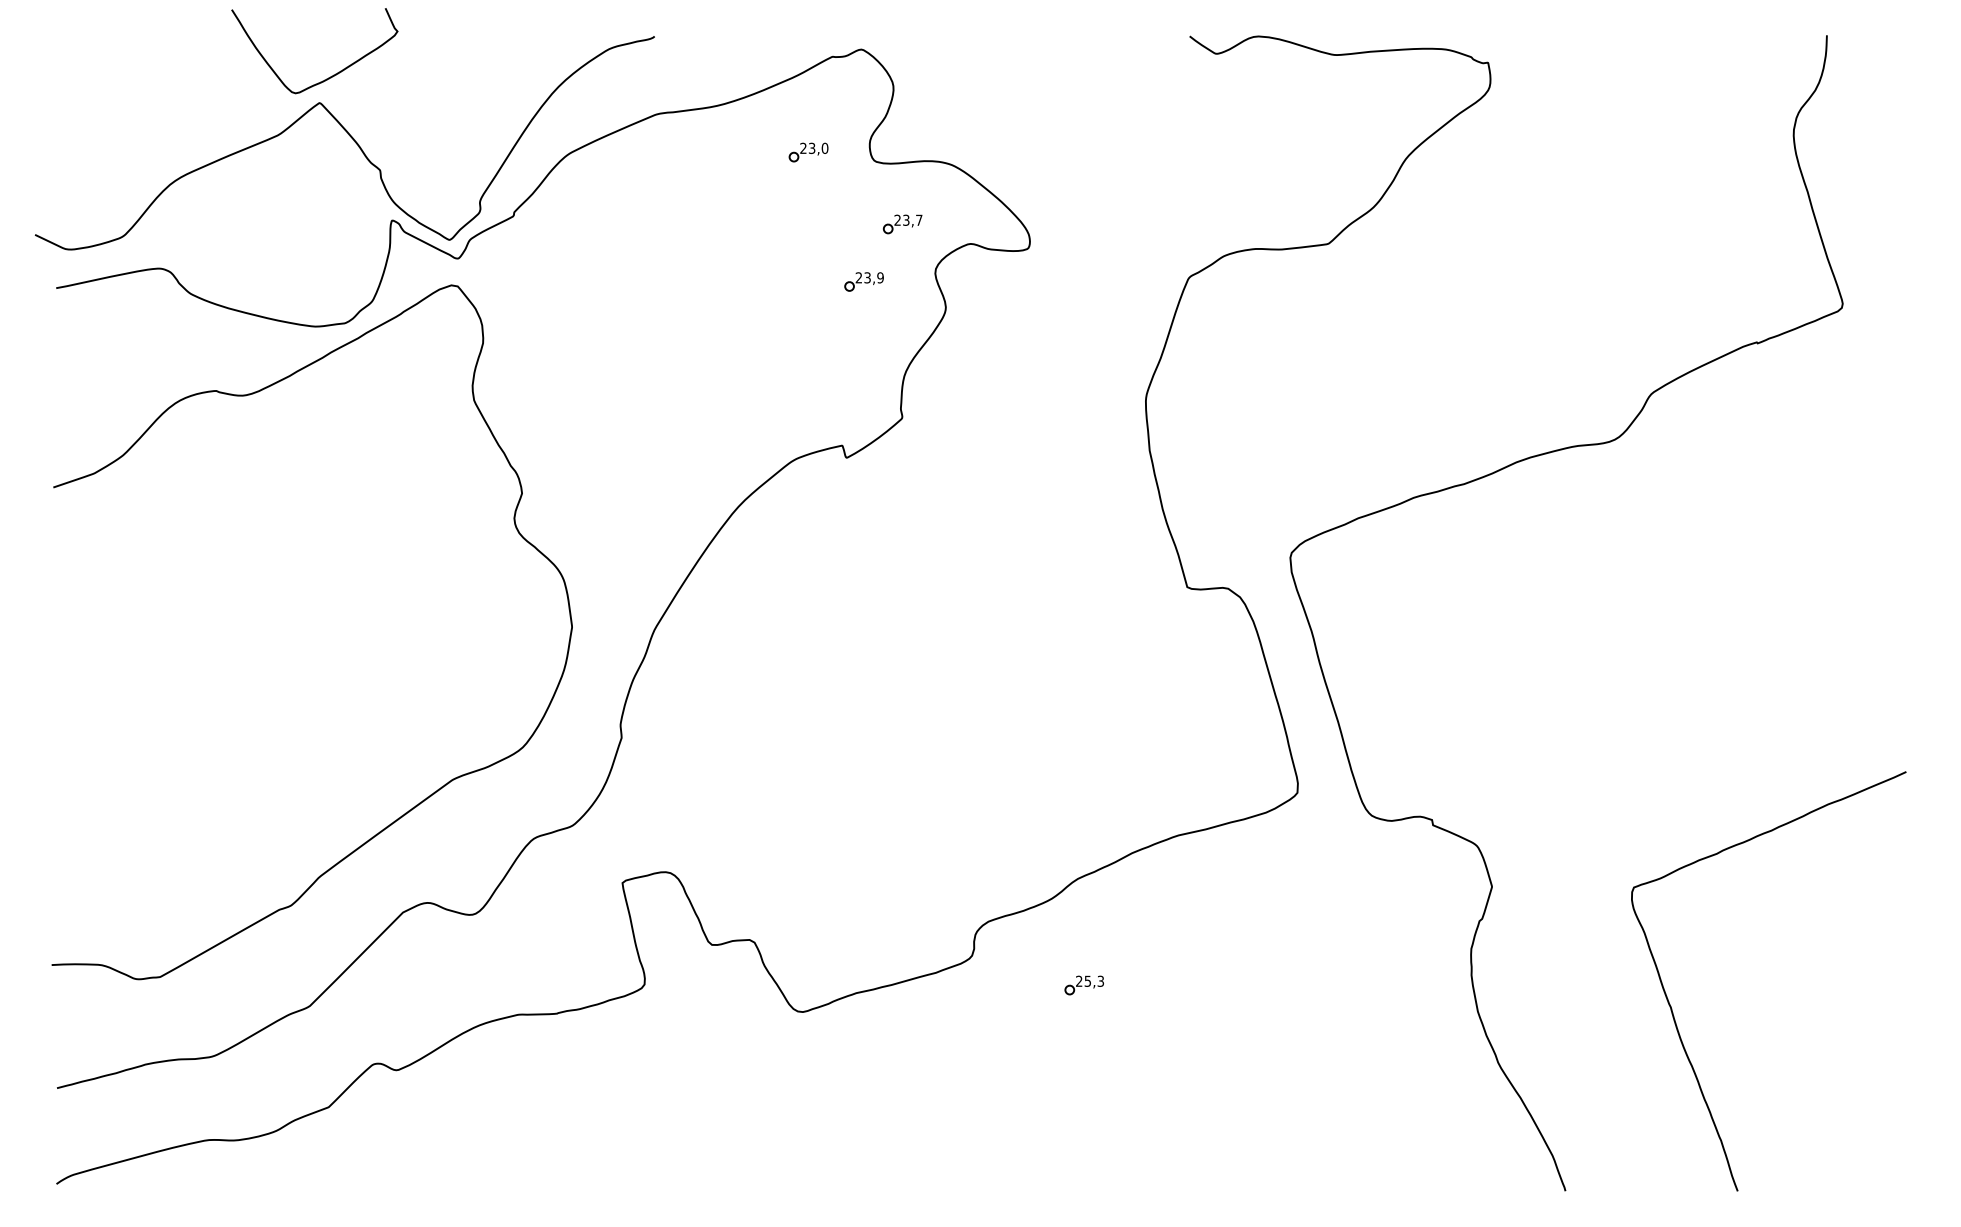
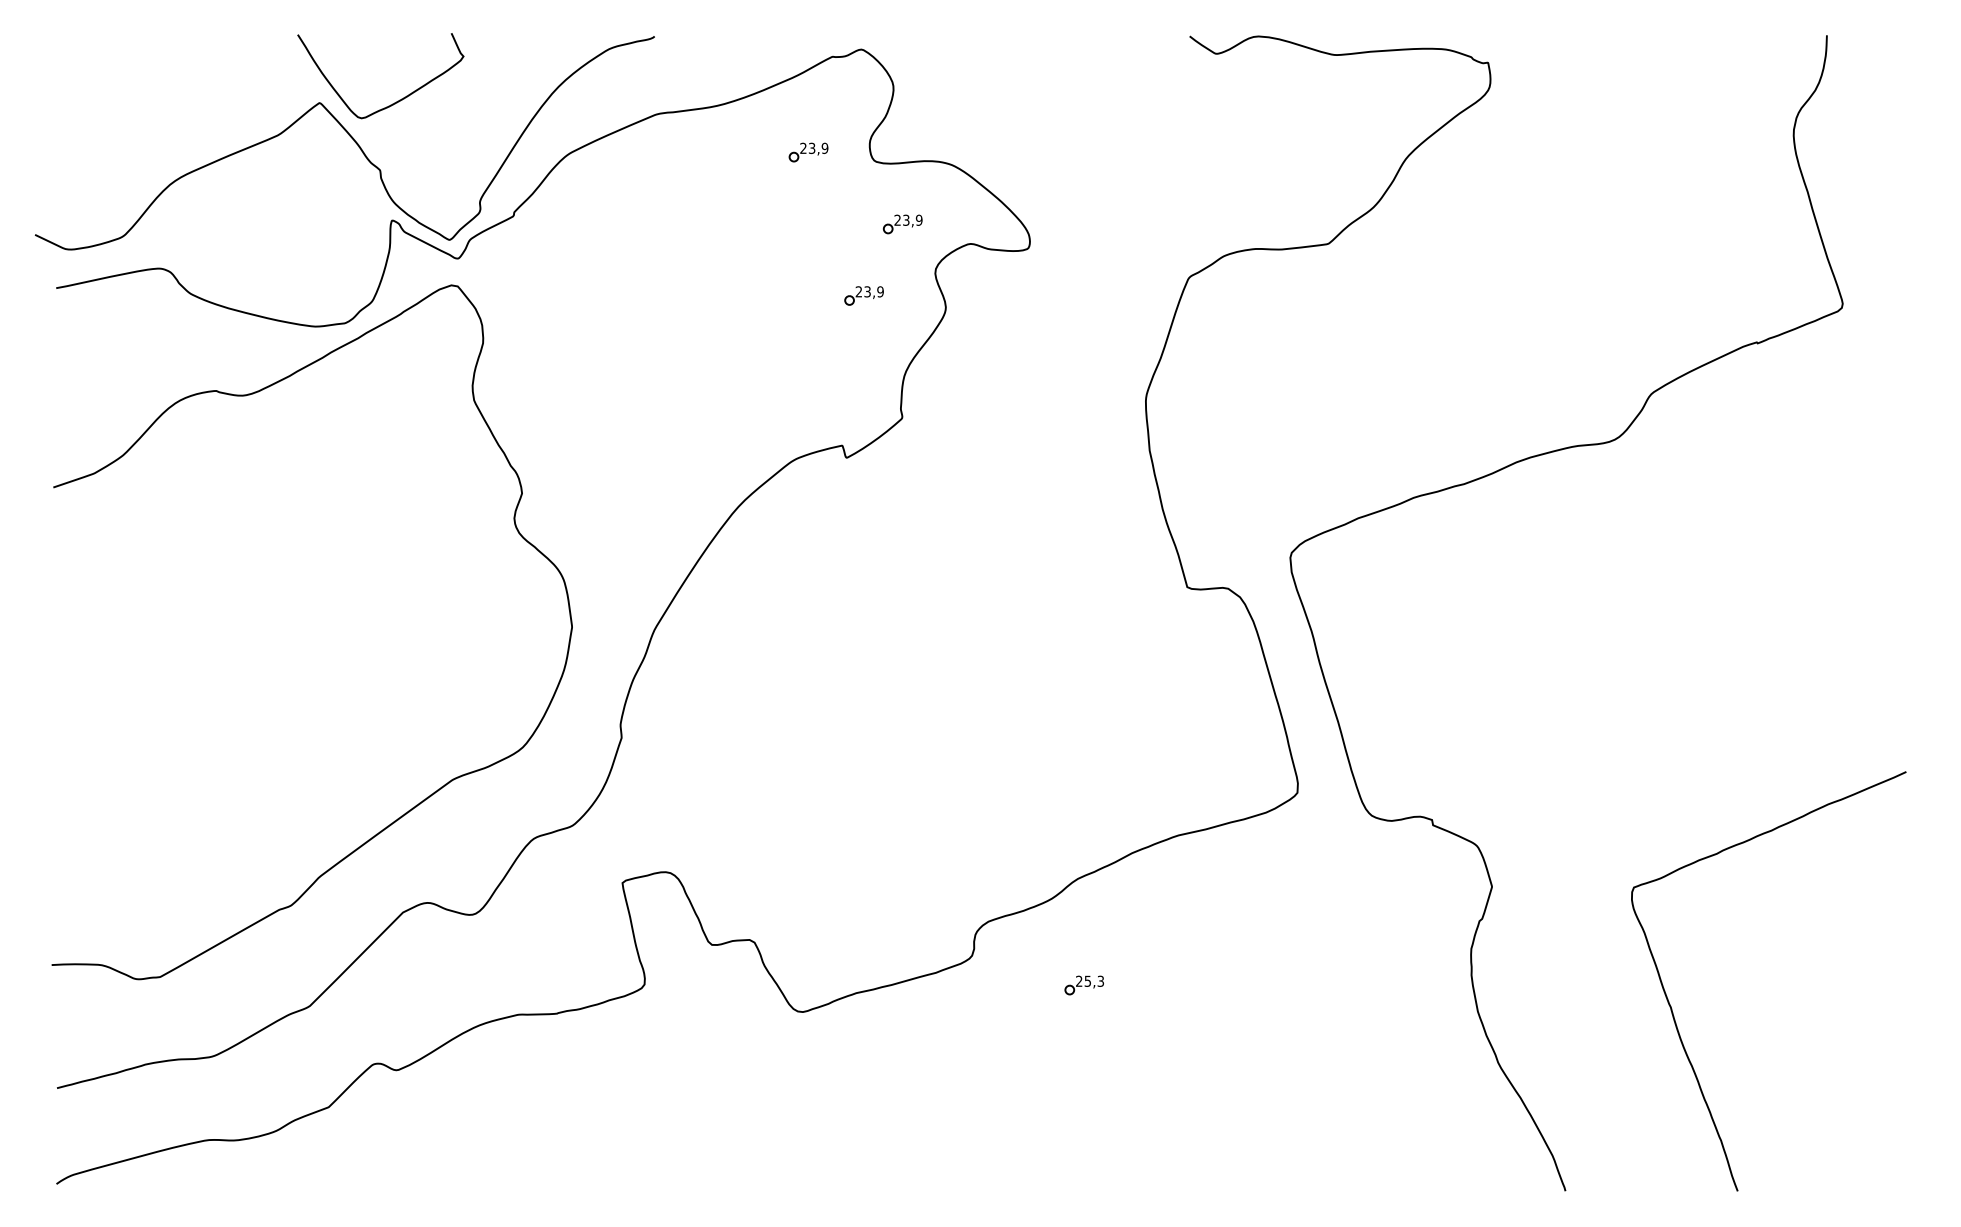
curve at (328, 77) position: (328, 77) -> (394, 102)
text at (824, 148): 23,0 -> 23,9
text at (918, 219): 23,7 -> 23,9
part at (863, 281) position: (863, 281) -> (863, 295)
